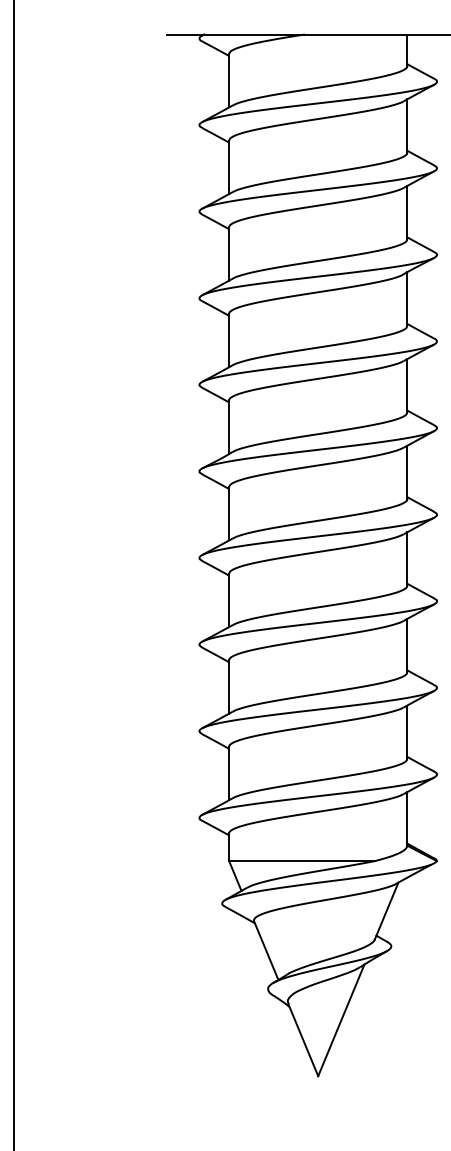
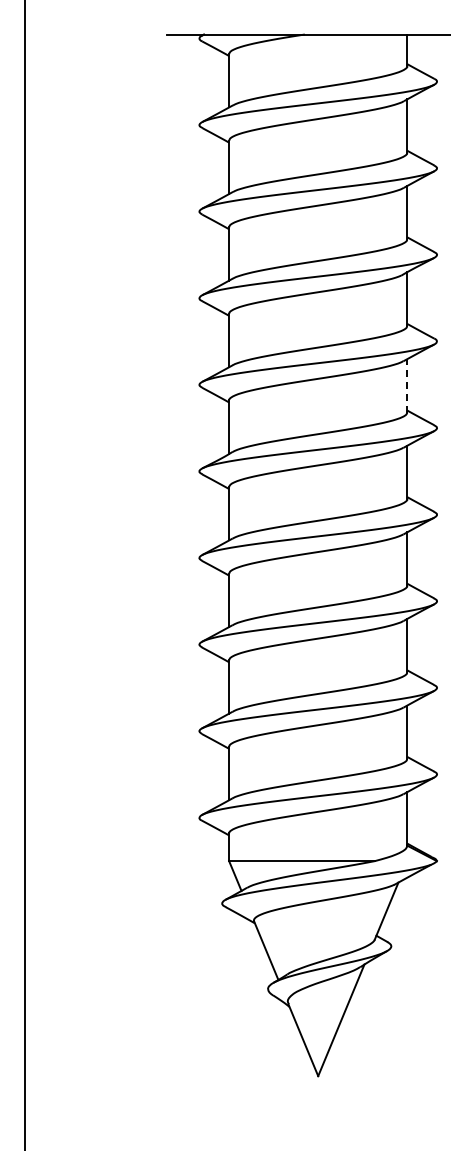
line at (407, 385): solid -> dashed
line at (13, 574) position: (13, 574) -> (24, 574)
